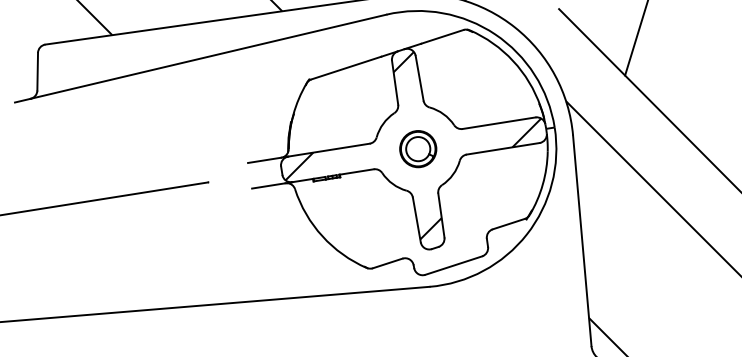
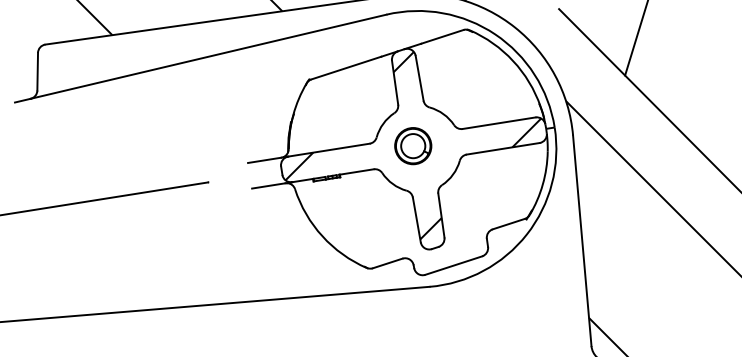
part at (418, 149) position: (418, 149) -> (413, 146)
